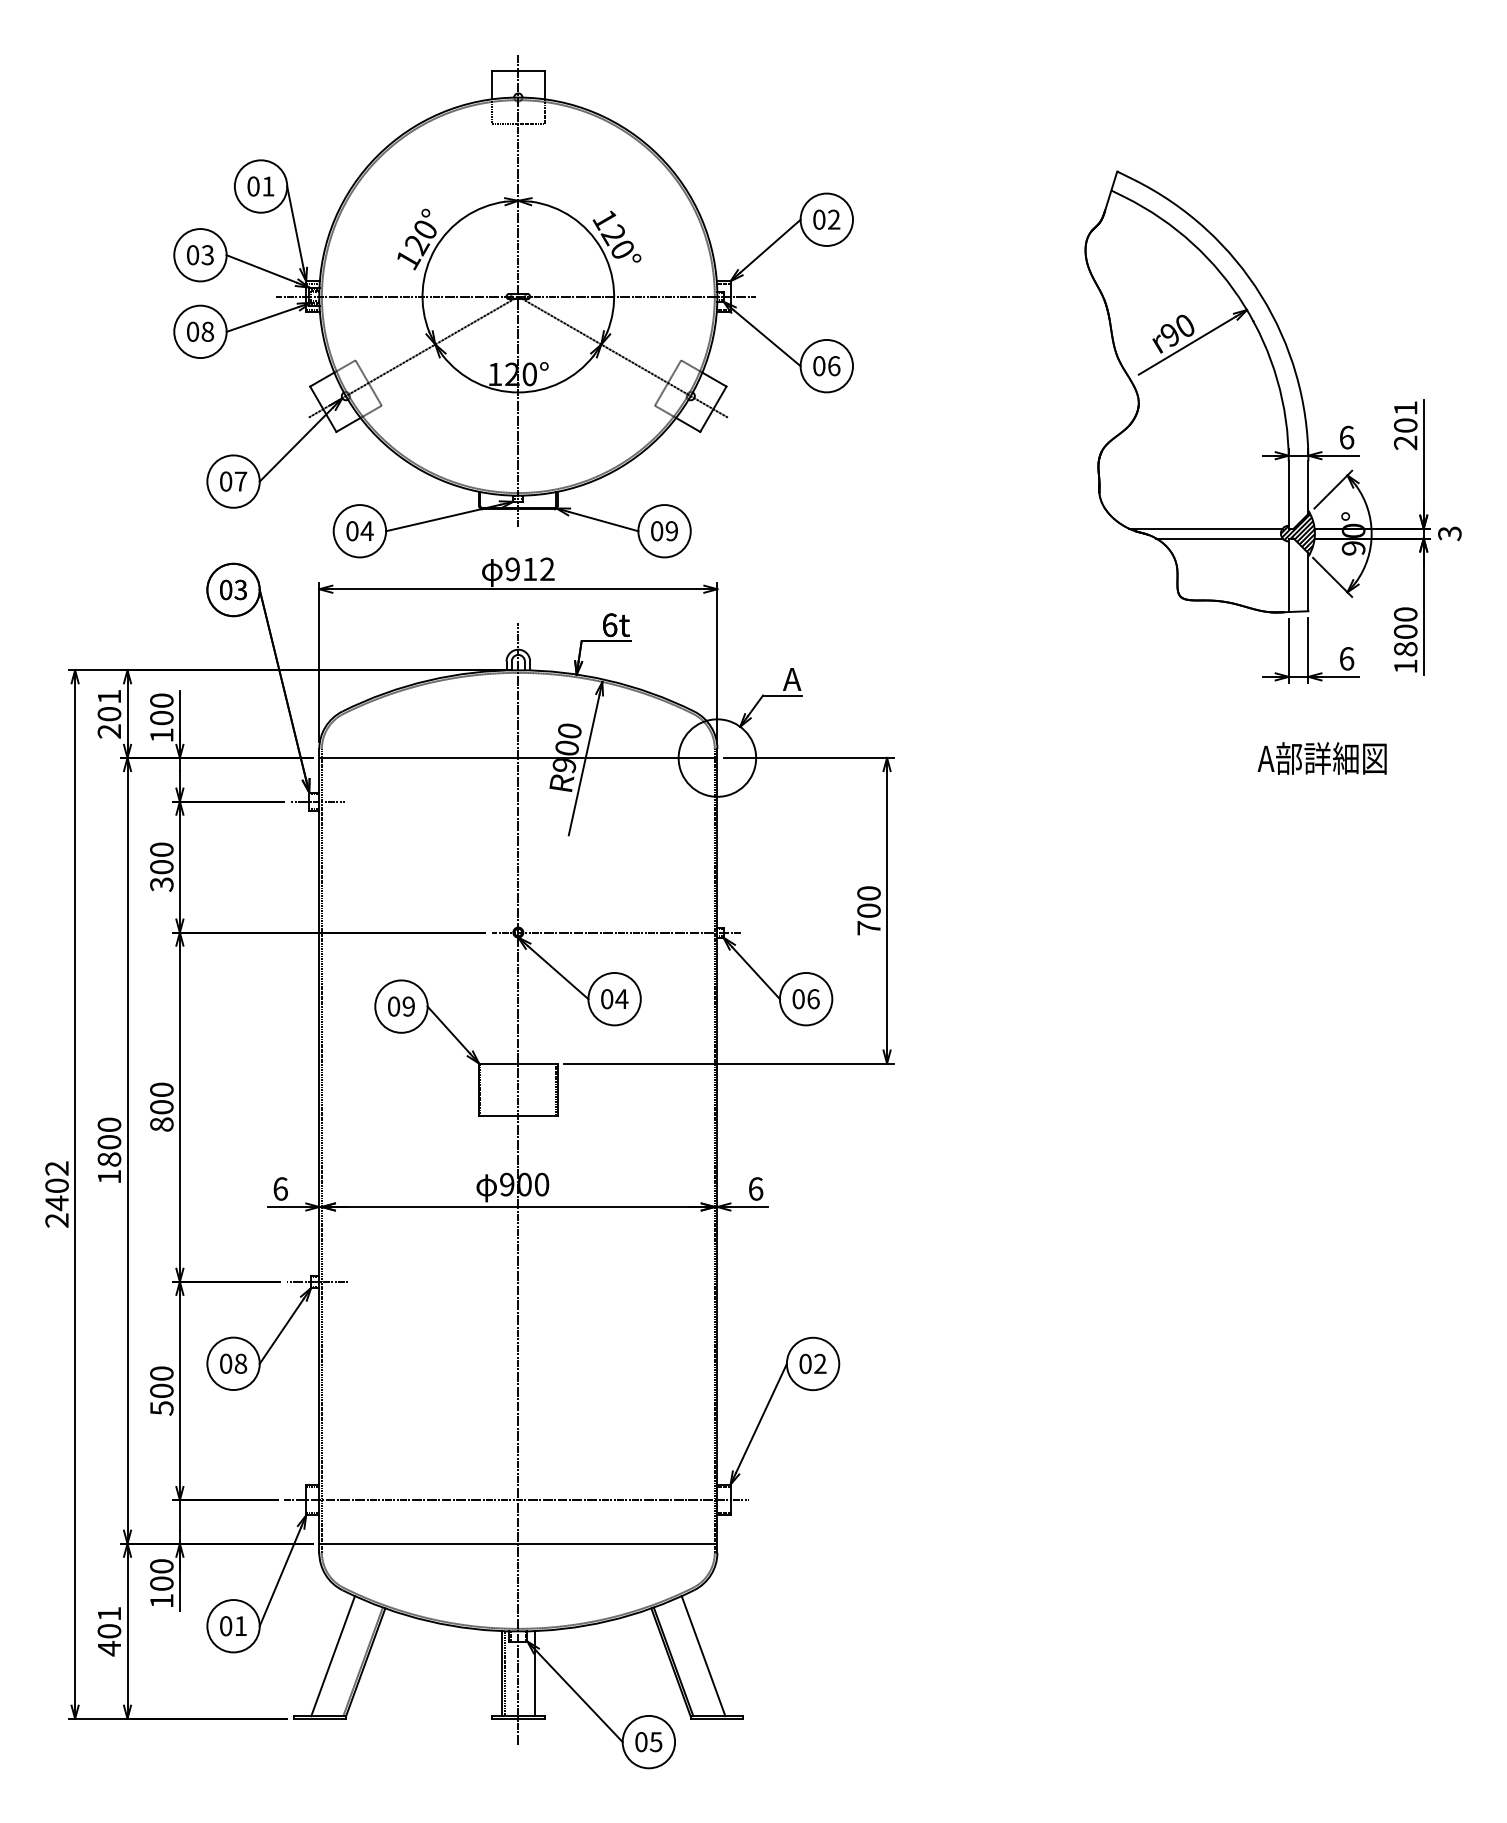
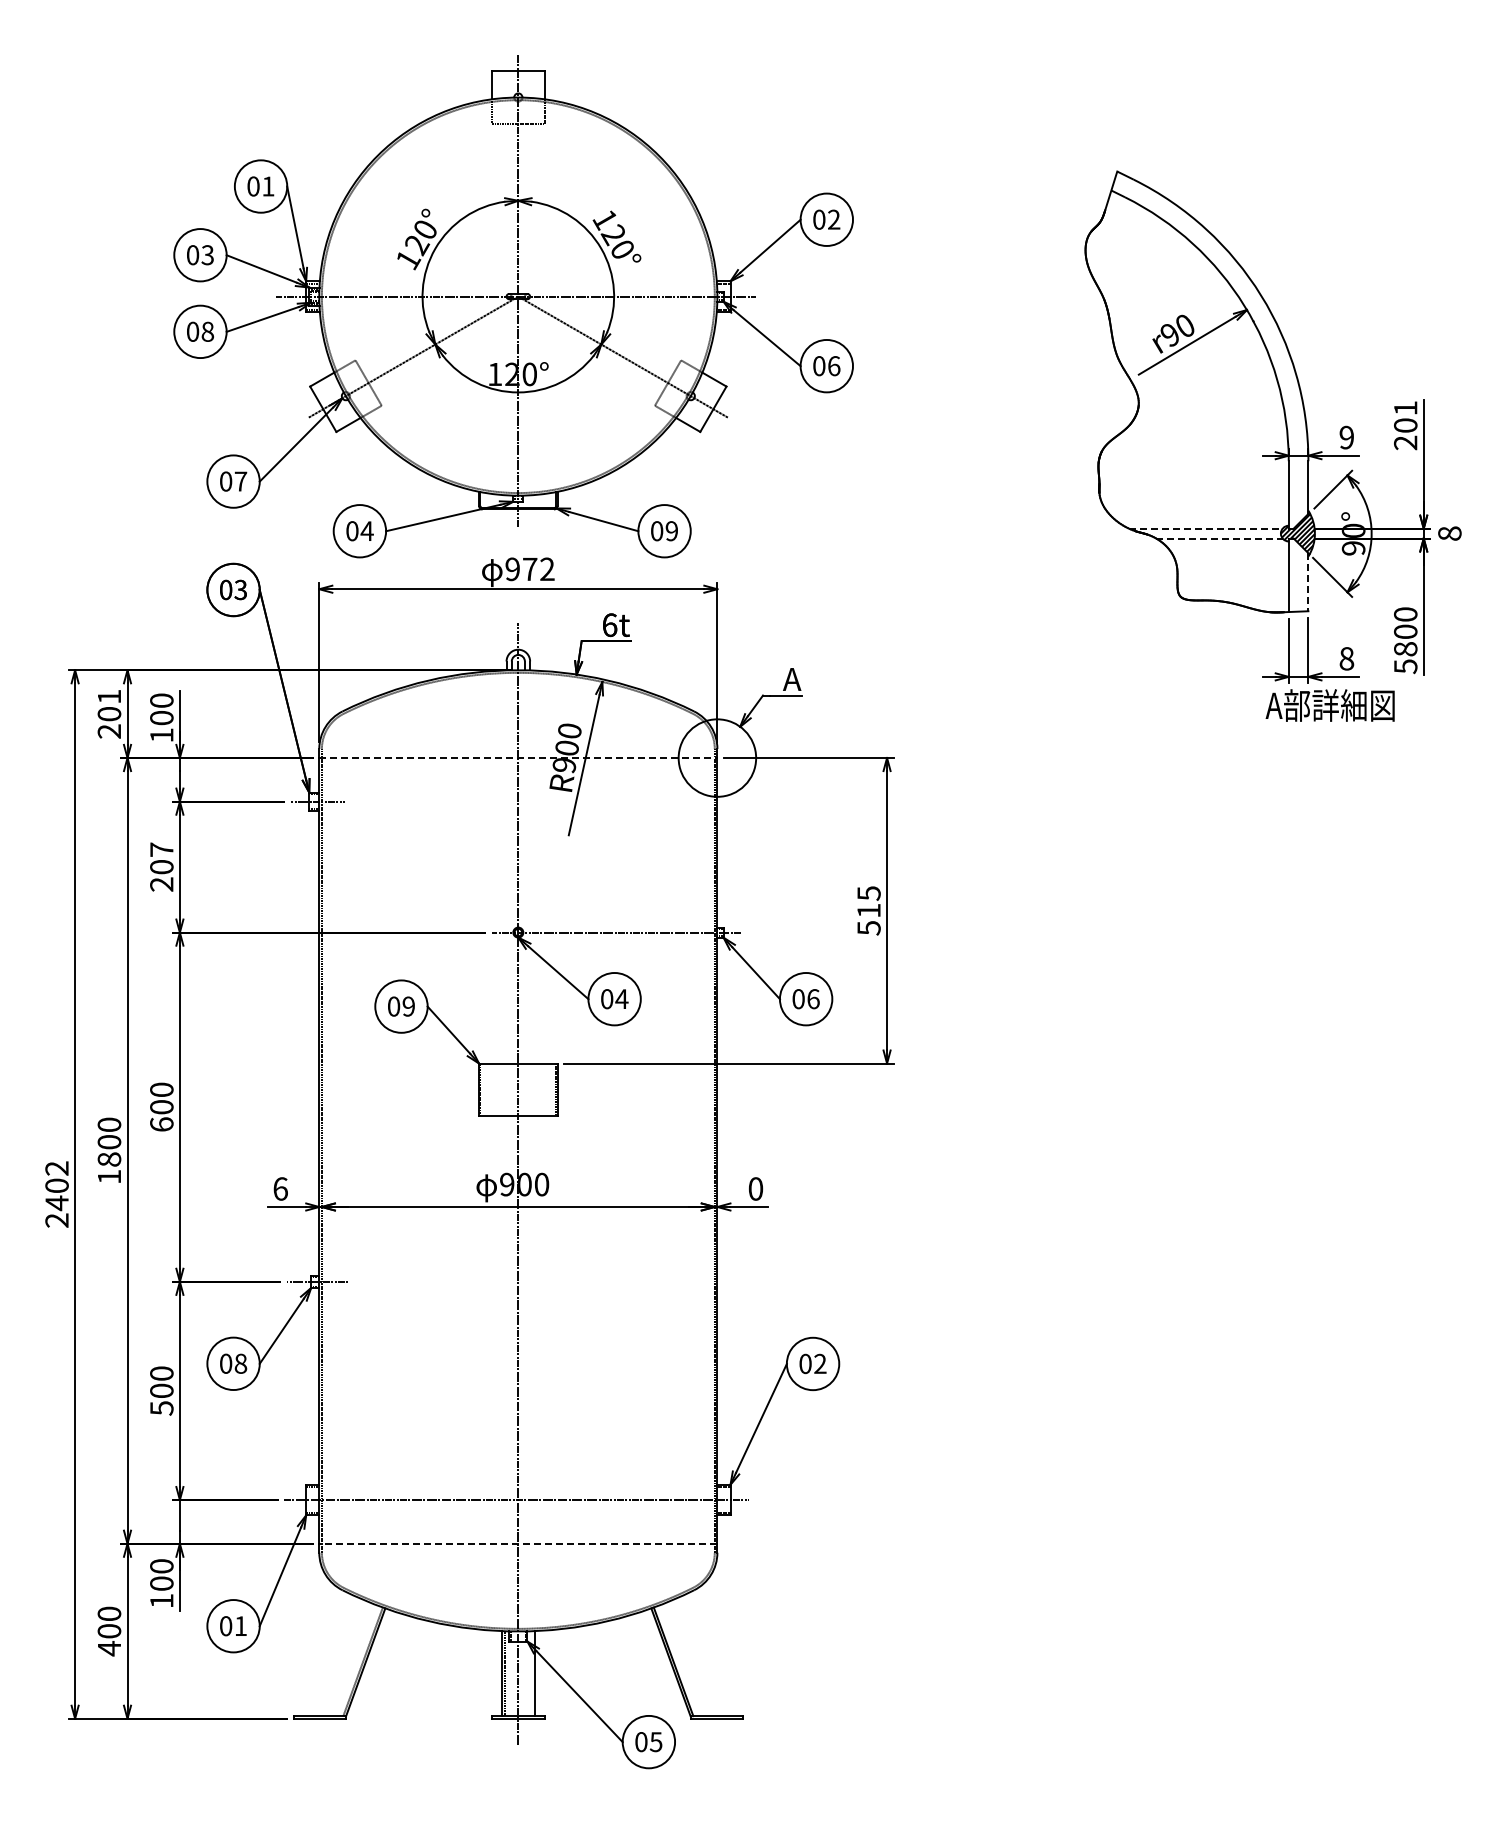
text at (1346, 437): 6 -> 9
line at (1205, 528): solid -> dashed
text at (1449, 533): 3 -> 8
line at (1219, 538): solid -> dashed
text at (530, 569): 912 -> 972
line at (1308, 582): solid -> dashed
text at (1346, 658): 6 -> 8
text at (1405, 666): 1800 -> 5800
line at (518, 757): solid -> dashed
text at (1321, 758) position: (1321, 758) -> (1329, 705)
text at (161, 866): 300 -> 207
text at (868, 910): 700 -> 515
text at (161, 1124): 800 -> 600
text at (755, 1188): 6 -> 0
line at (517, 1543): solid -> dashed
text at (109, 1613): 401 -> 400
line at (332, 1656): present -> none
line at (703, 1656): present -> none
